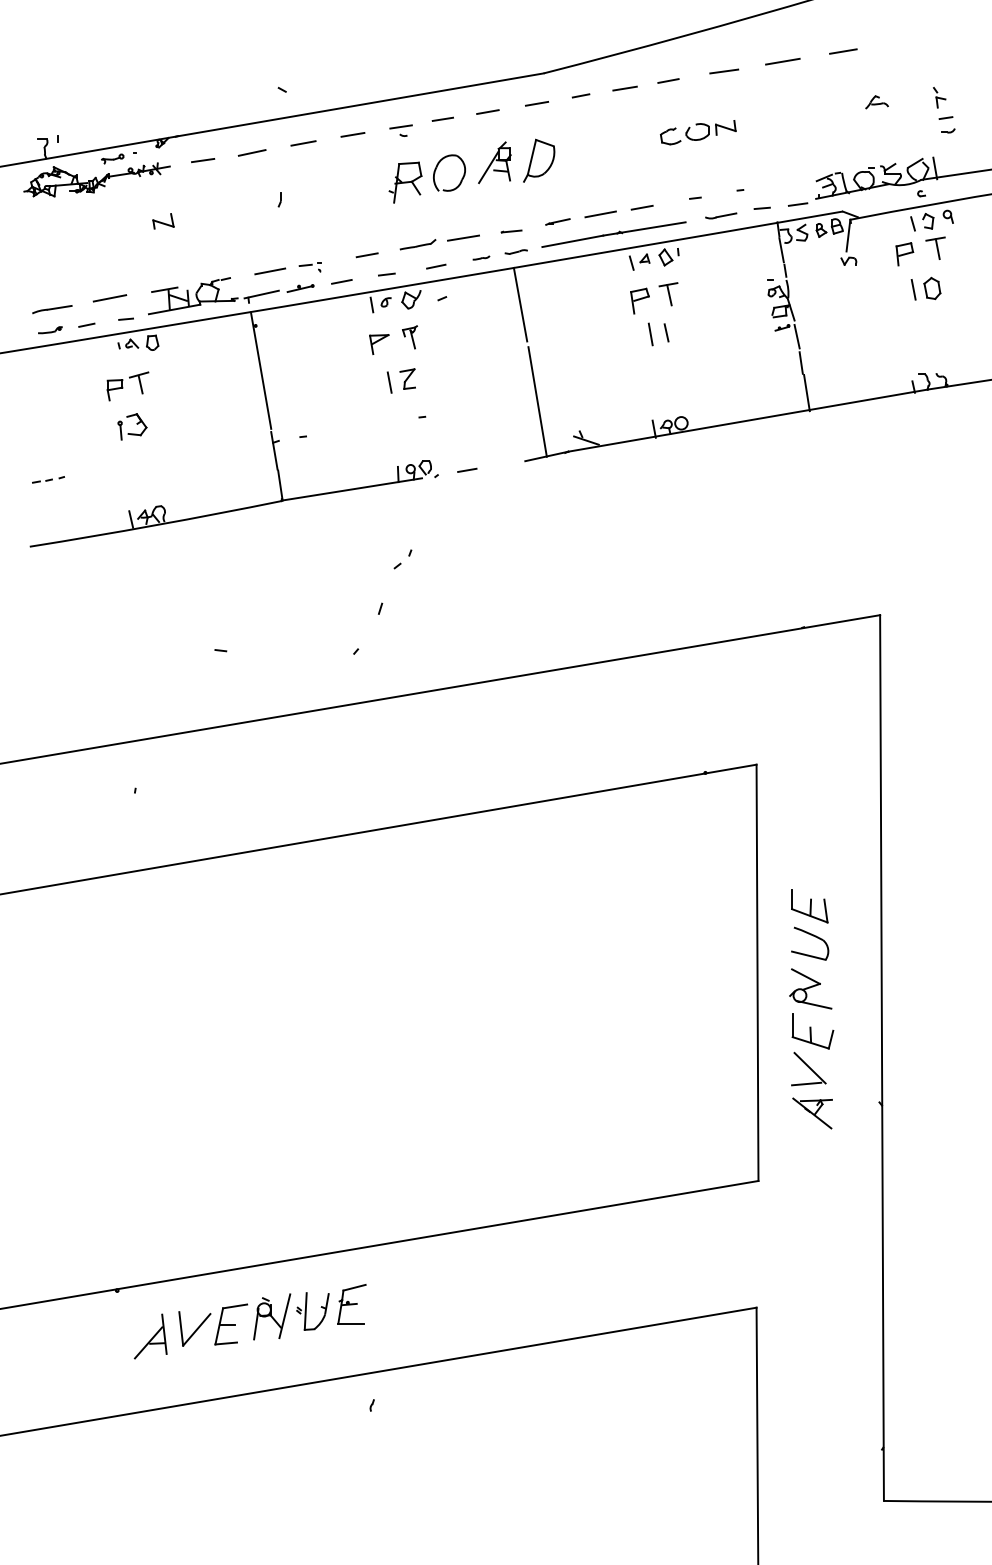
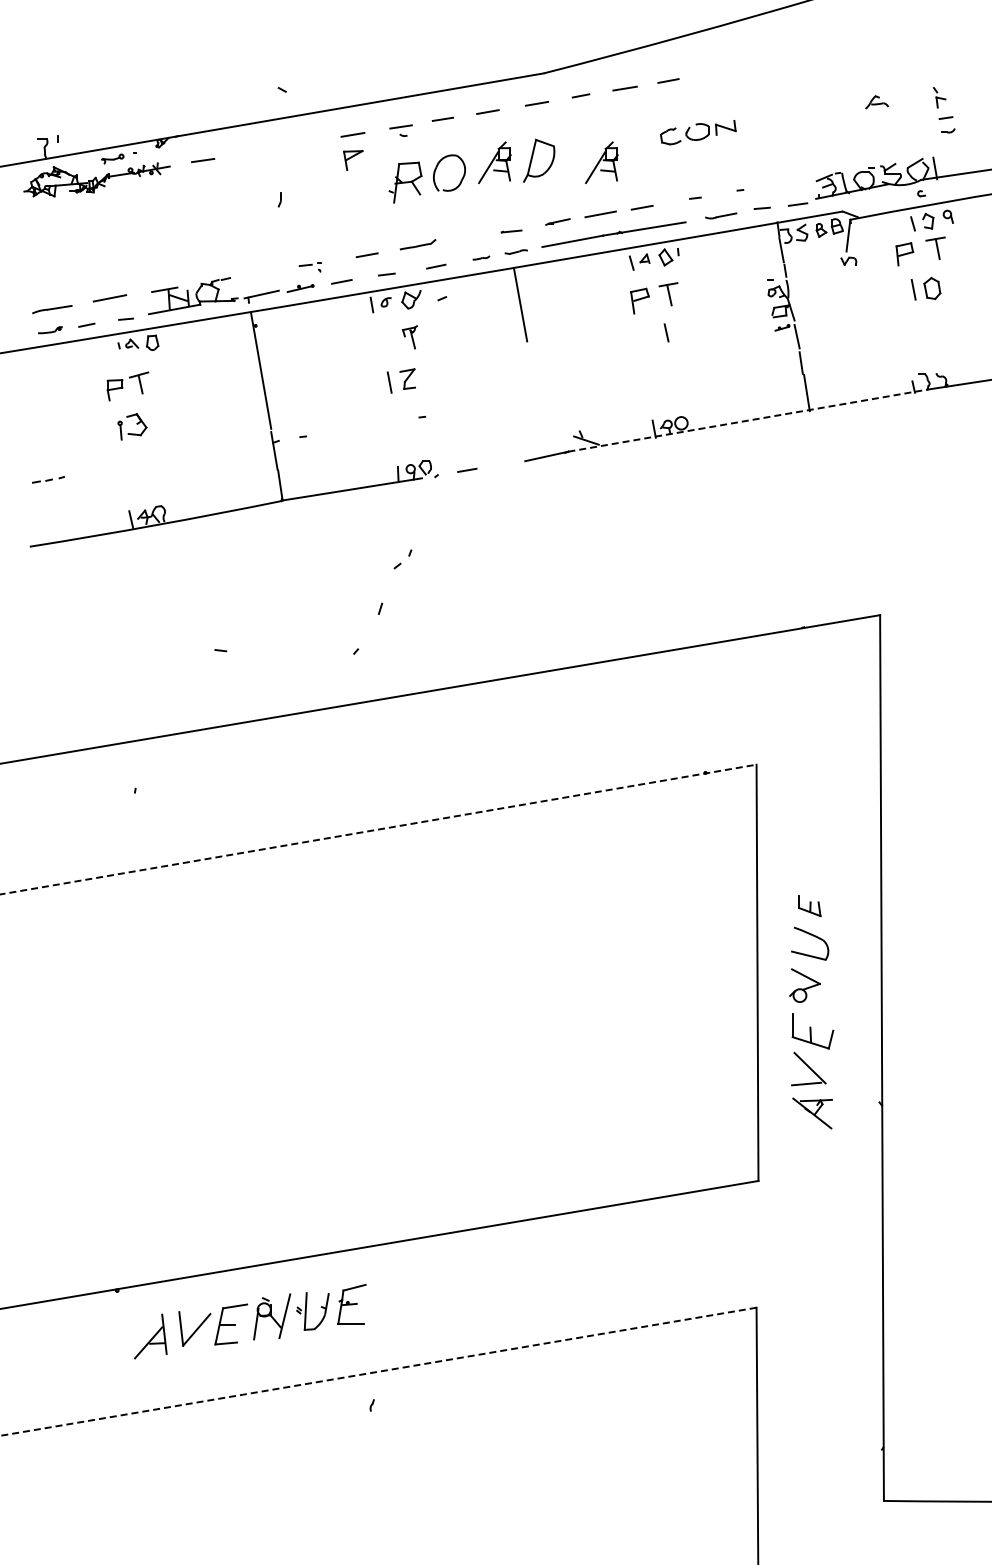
line at (843, 51): present -> none
line at (782, 61): present -> none
line at (724, 71): present -> none
line at (303, 143): present -> none
line at (251, 152): present -> none
part at (601, 162): none -> present
part at (163, 221): present -> none
line at (463, 237): present -> none
line at (270, 271): present -> none
line at (650, 334): present -> none
part at (379, 344) position: (379, 344) -> (353, 160)
line at (537, 401): present -> none
line at (748, 420): solid -> dashed
line at (379, 829): solid -> dashed
part at (809, 906) size: 38x35 px -> 24x23 px
line at (814, 1004): present -> none
line at (378, 1371): solid -> dashed
